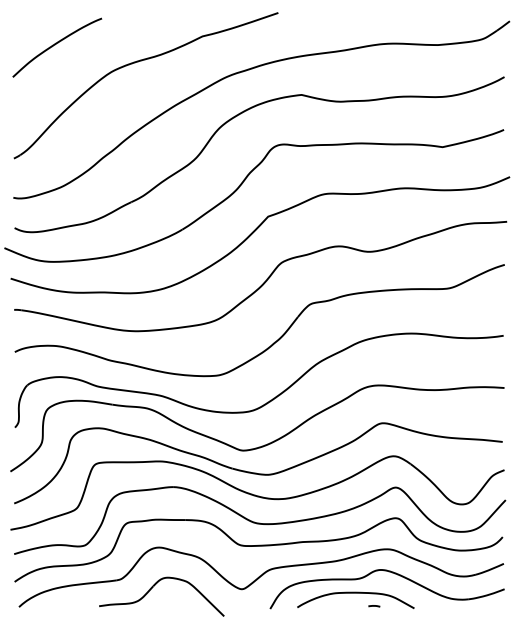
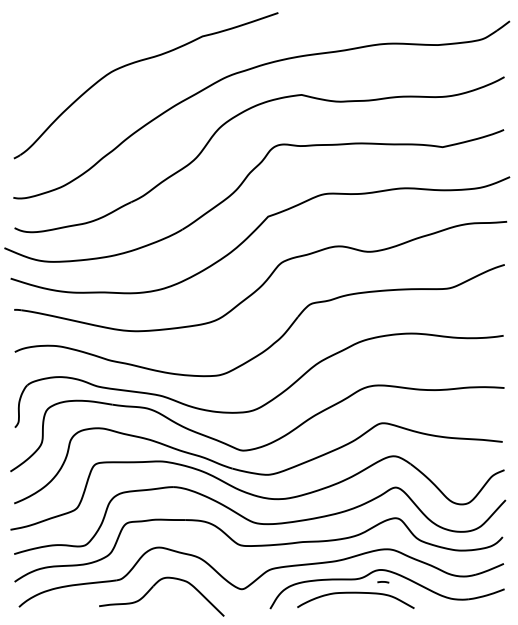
curve at (55, 45): present -> none
curve at (374, 606) position: (374, 606) -> (383, 582)
